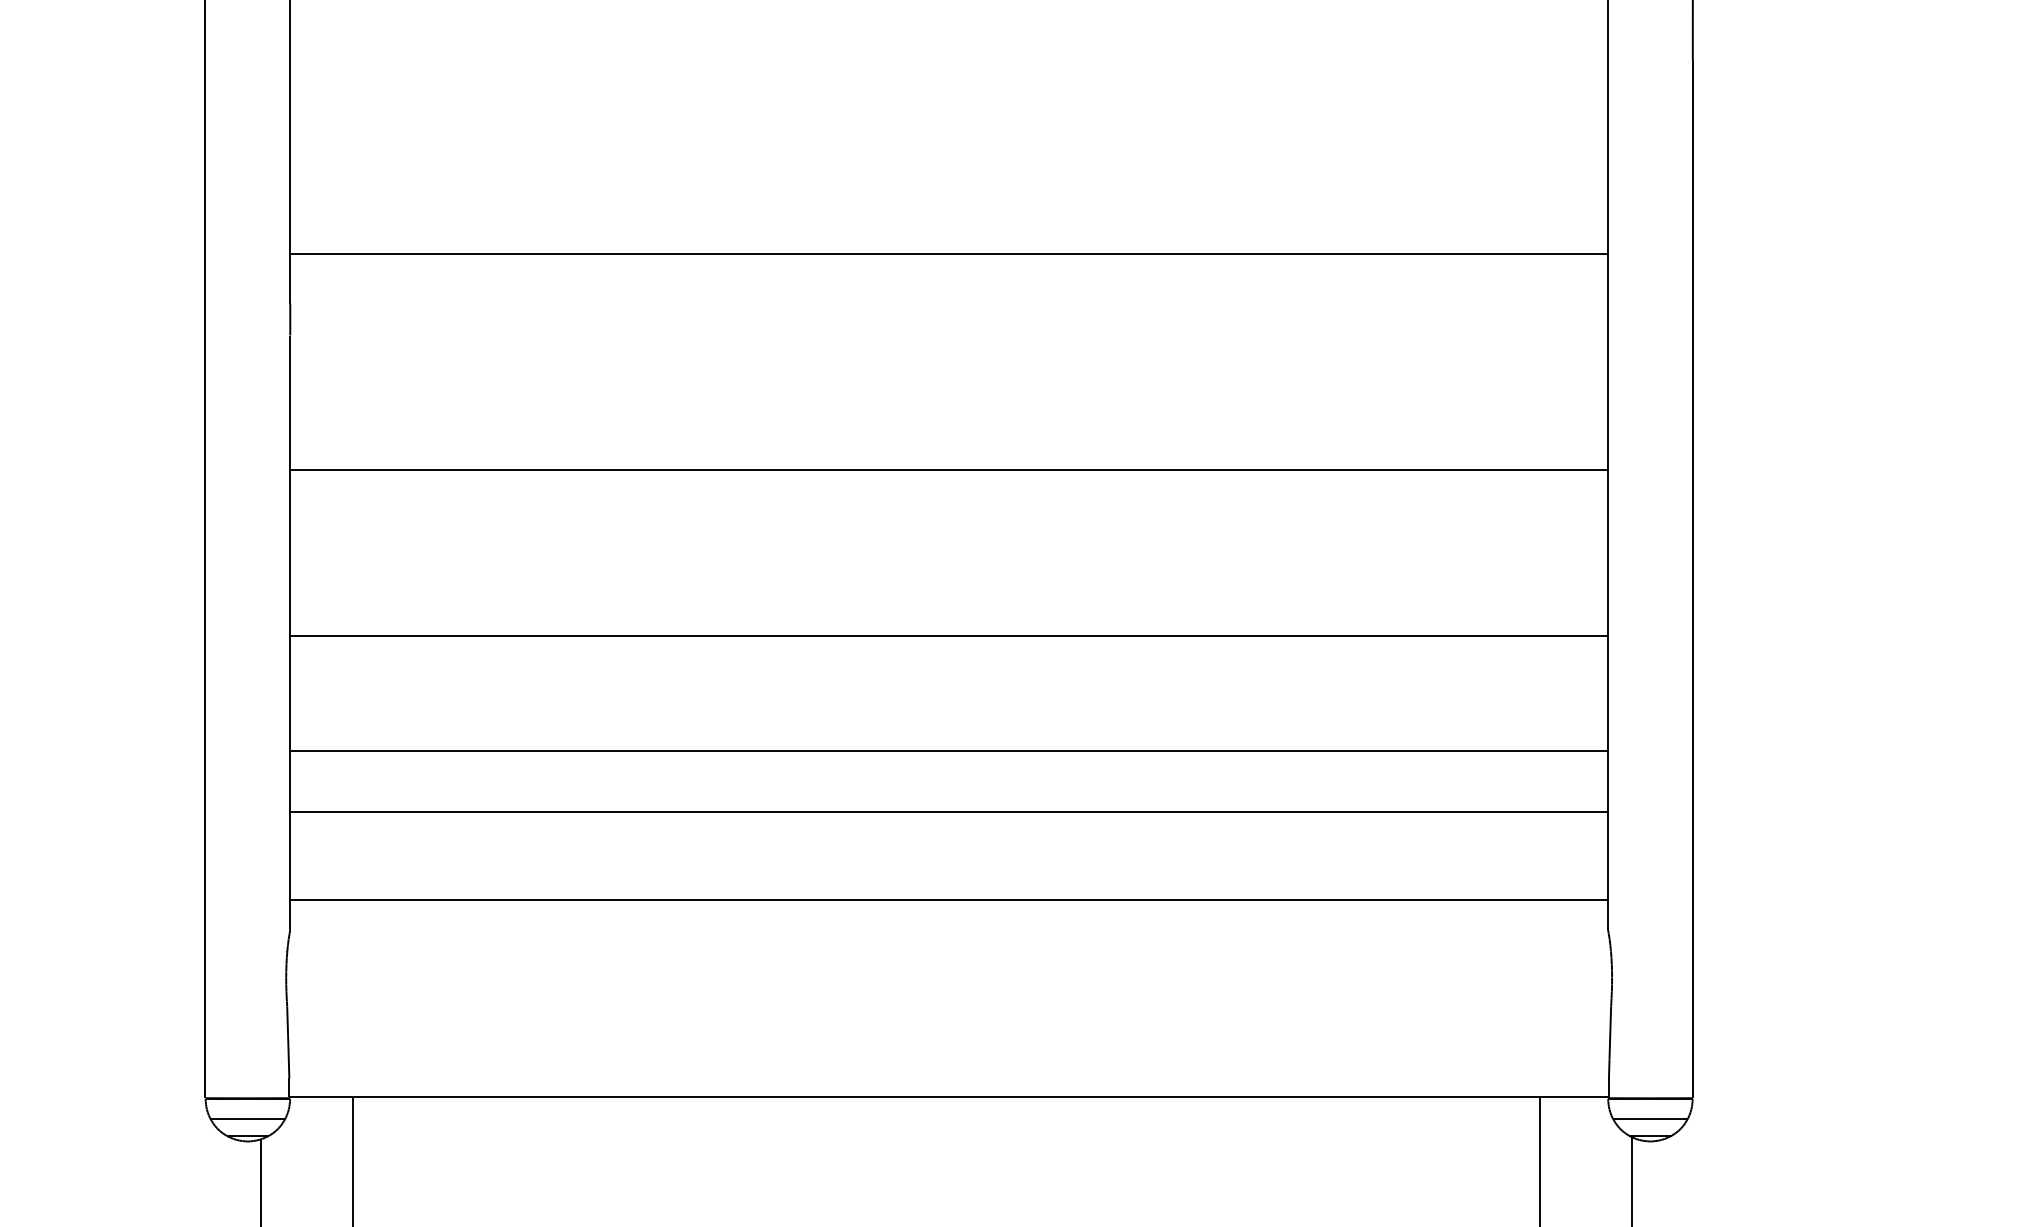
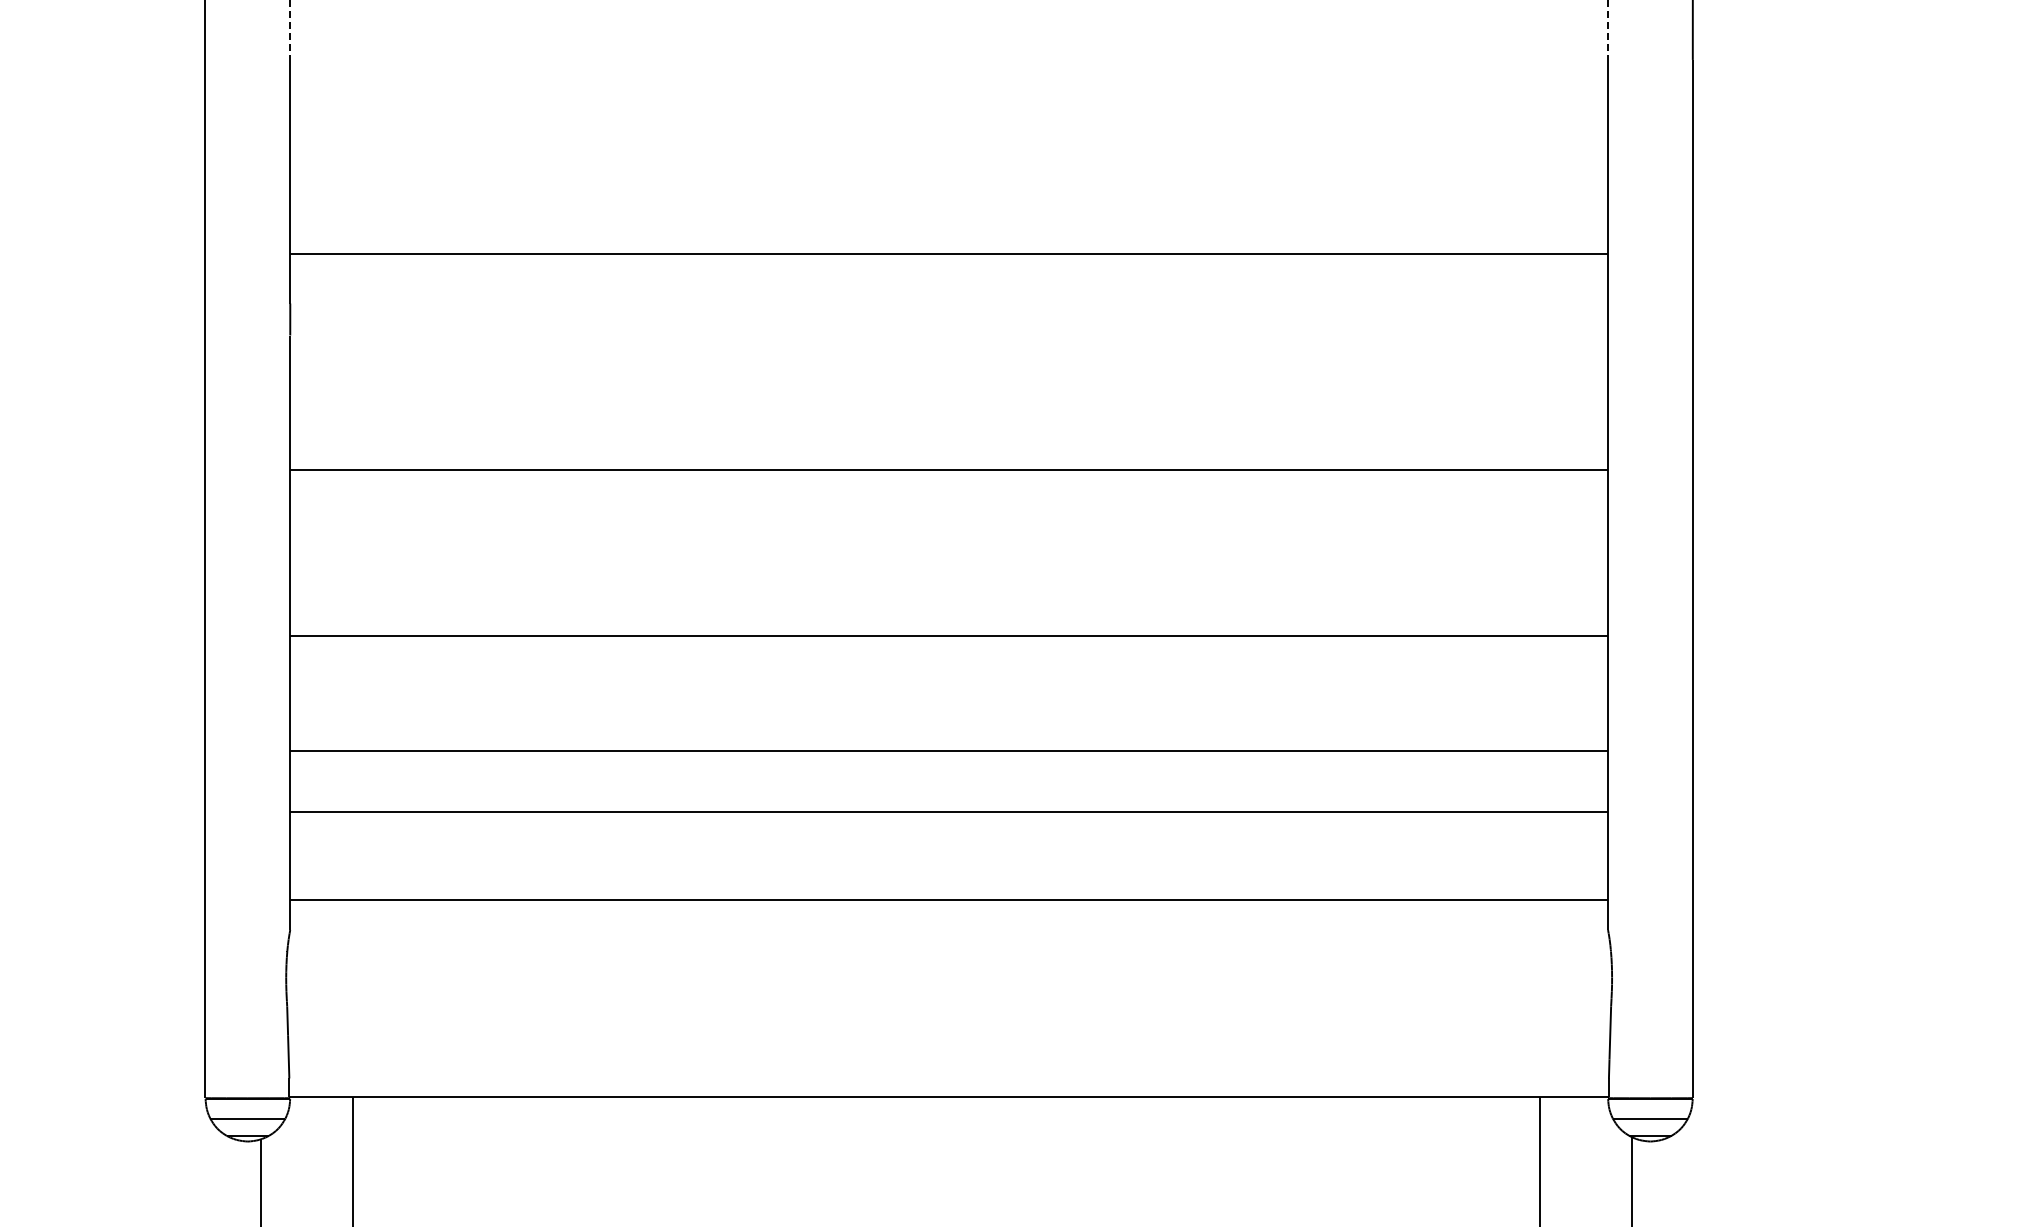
line at (290, 30): solid -> dashed
line at (1608, 30): solid -> dashed
